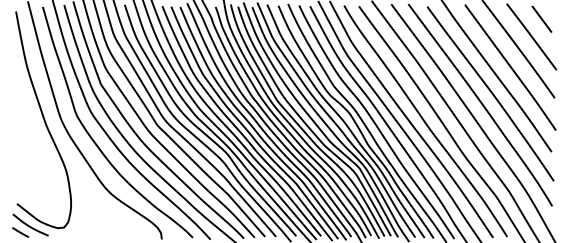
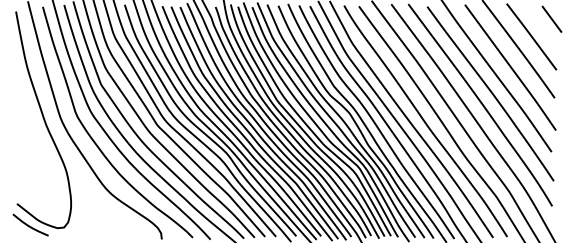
line at (541, 18) position: (541, 18) -> (551, 18)
line at (20, 232): present -> none
